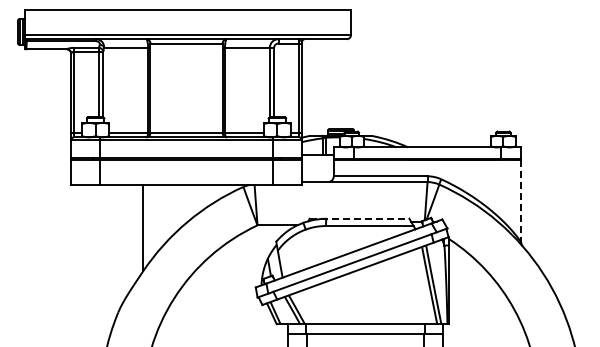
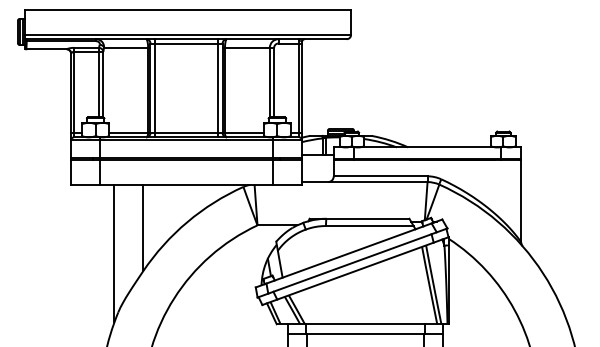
line at (154, 88): none -> present
line at (218, 88): none -> present
line at (521, 202): dashed -> solid
line at (359, 218): dashed -> solid
line at (114, 253): none -> present
